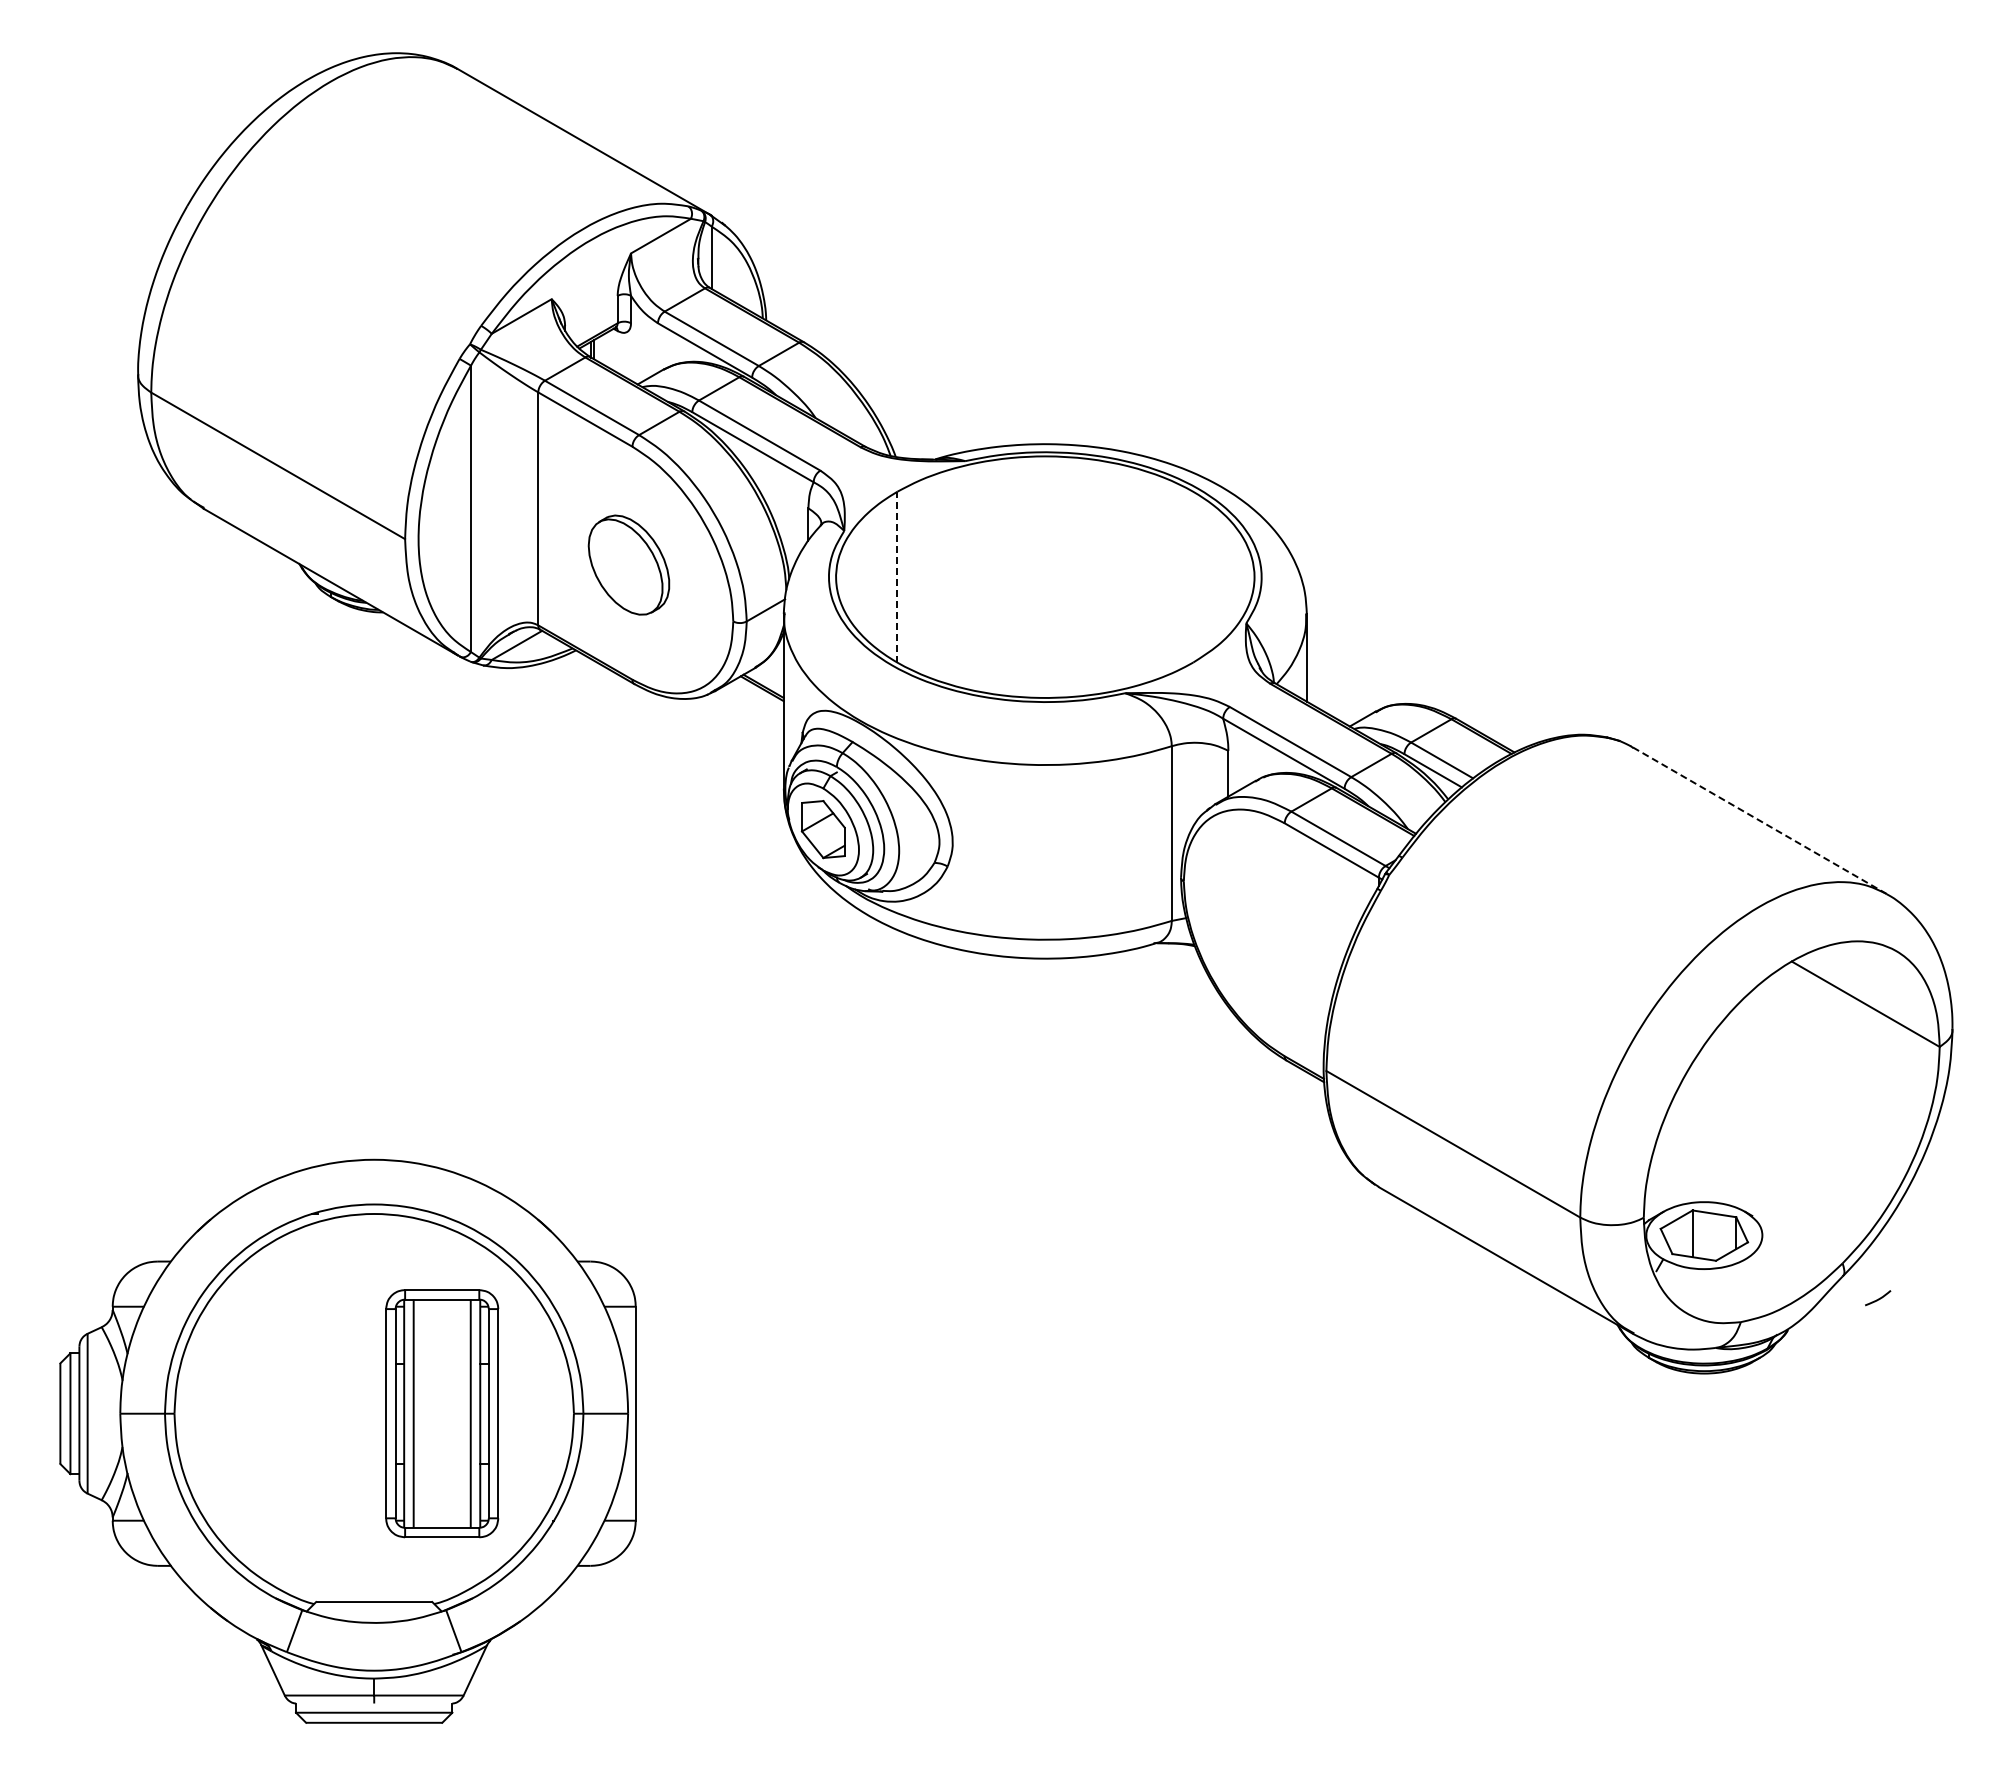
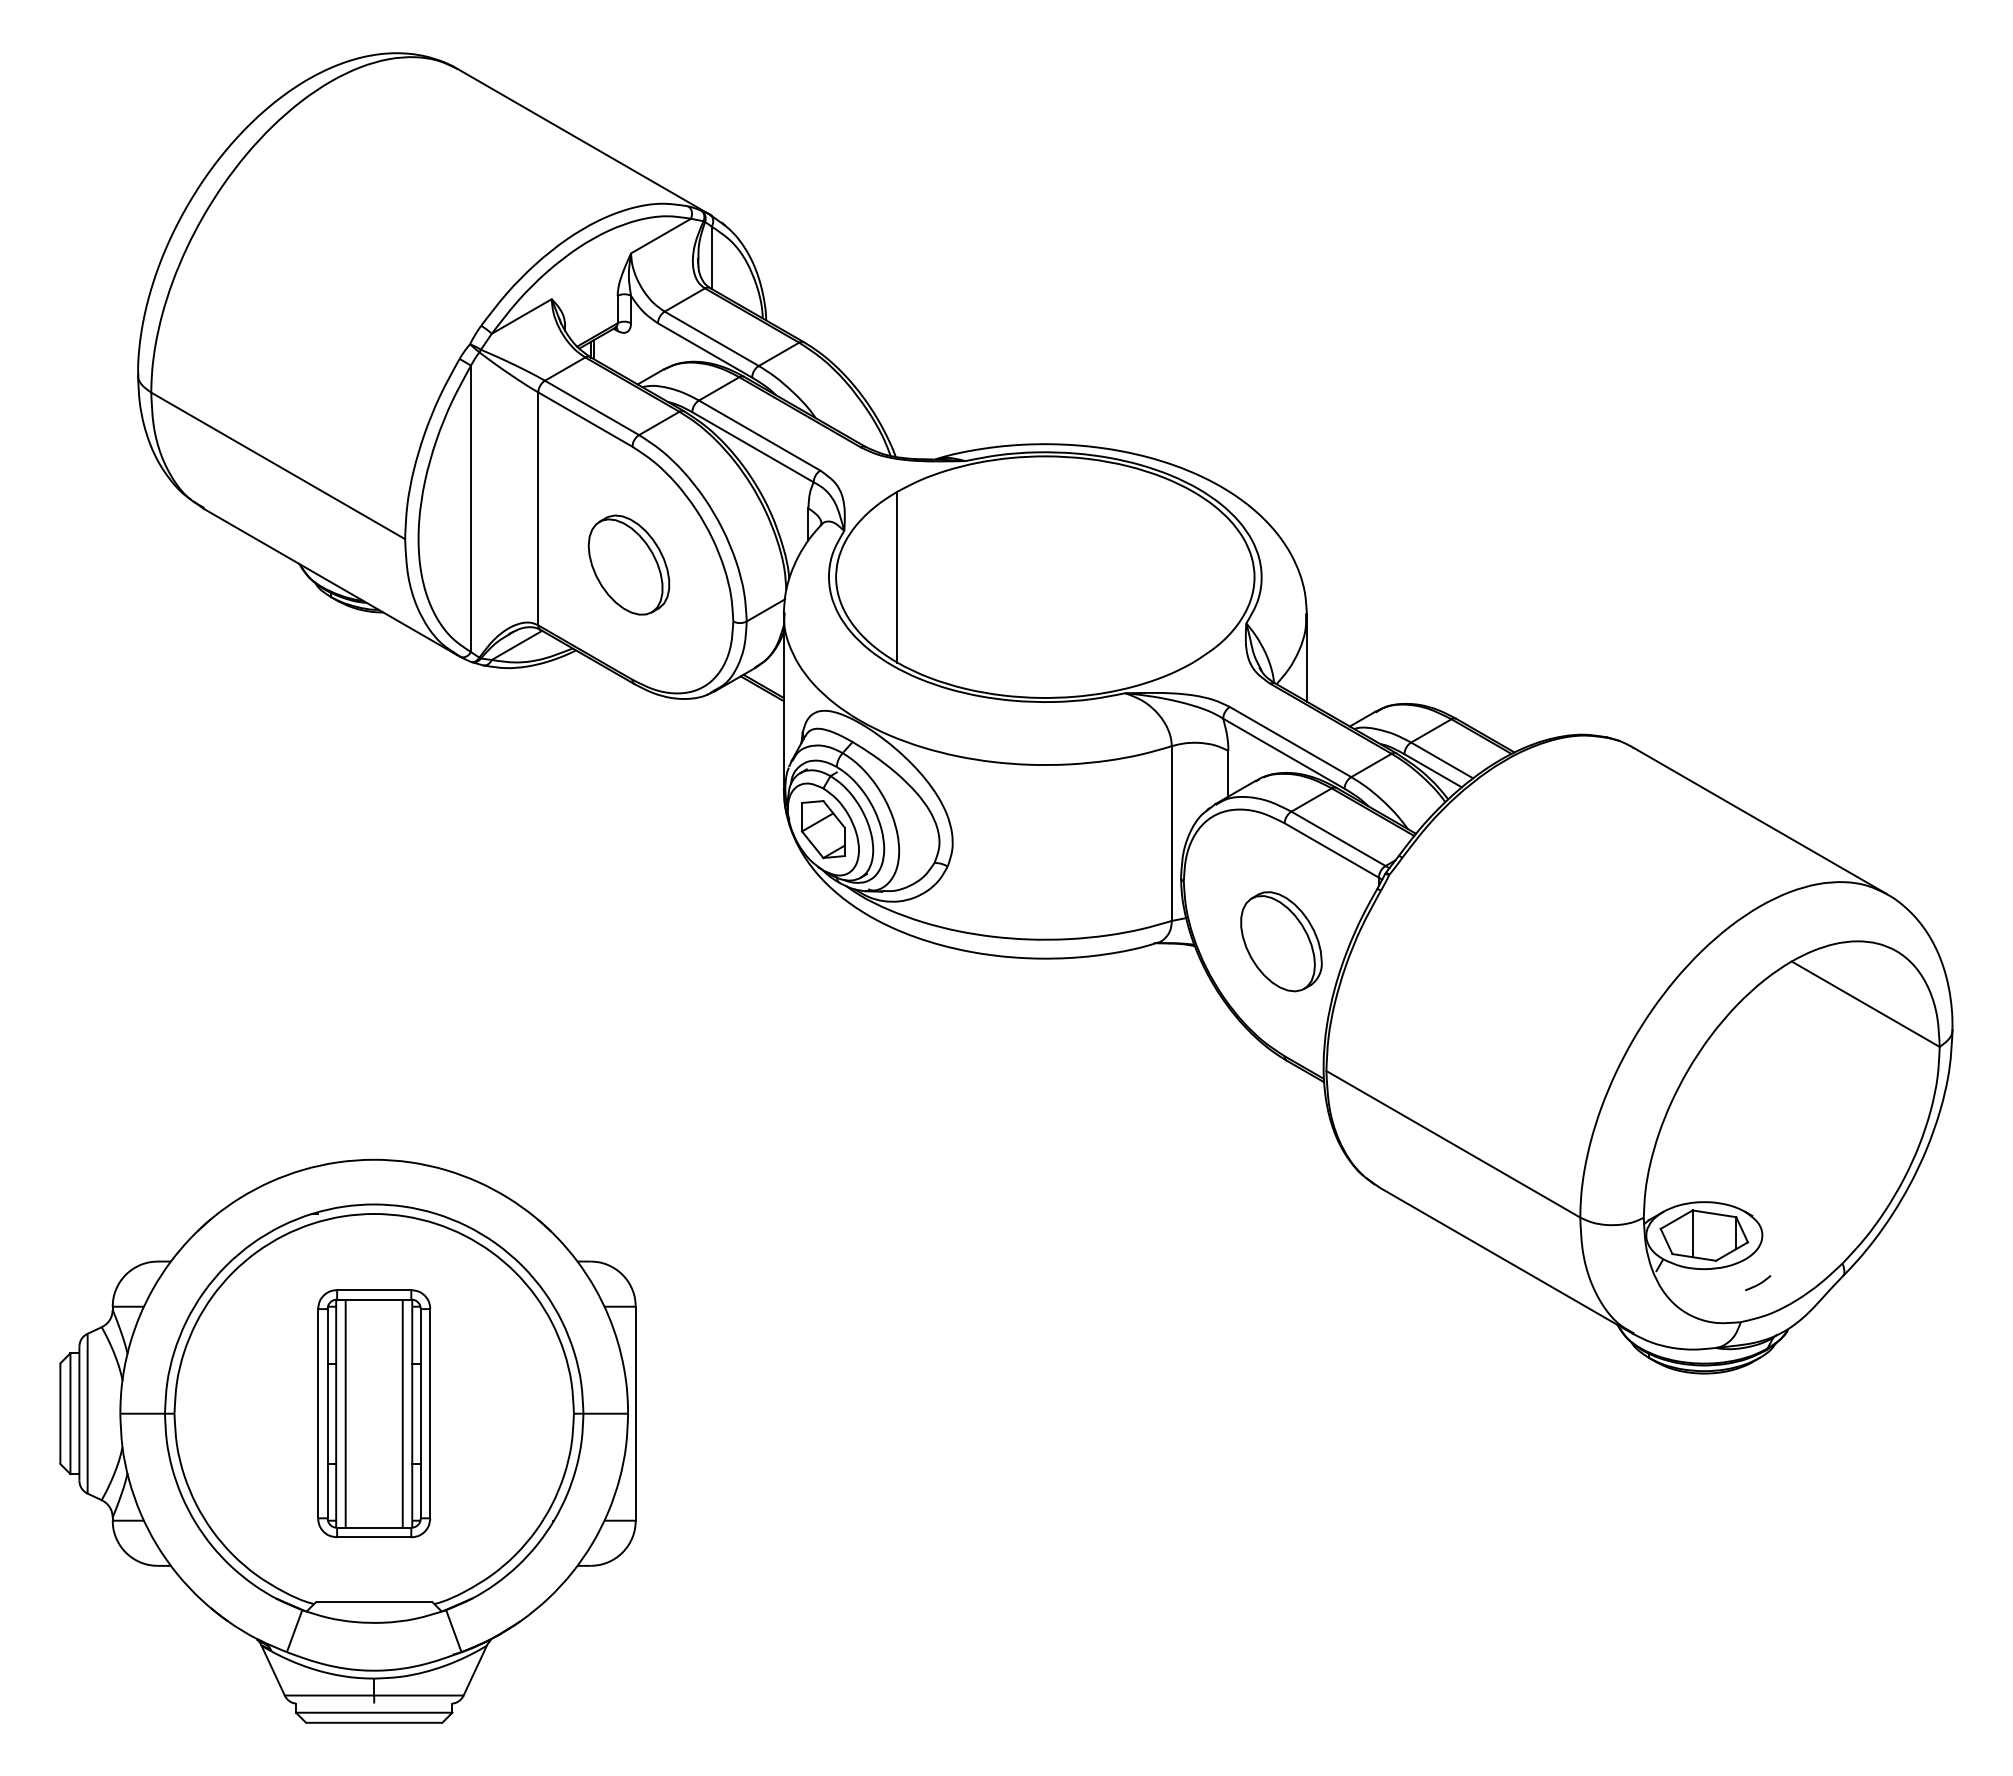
line at (897, 576): dashed -> solid
line at (1759, 820): dashed -> solid
part at (1281, 941): none -> present
curve at (1878, 1298) position: (1878, 1298) -> (1758, 1283)
part at (442, 1413) position: (442, 1413) -> (374, 1413)
